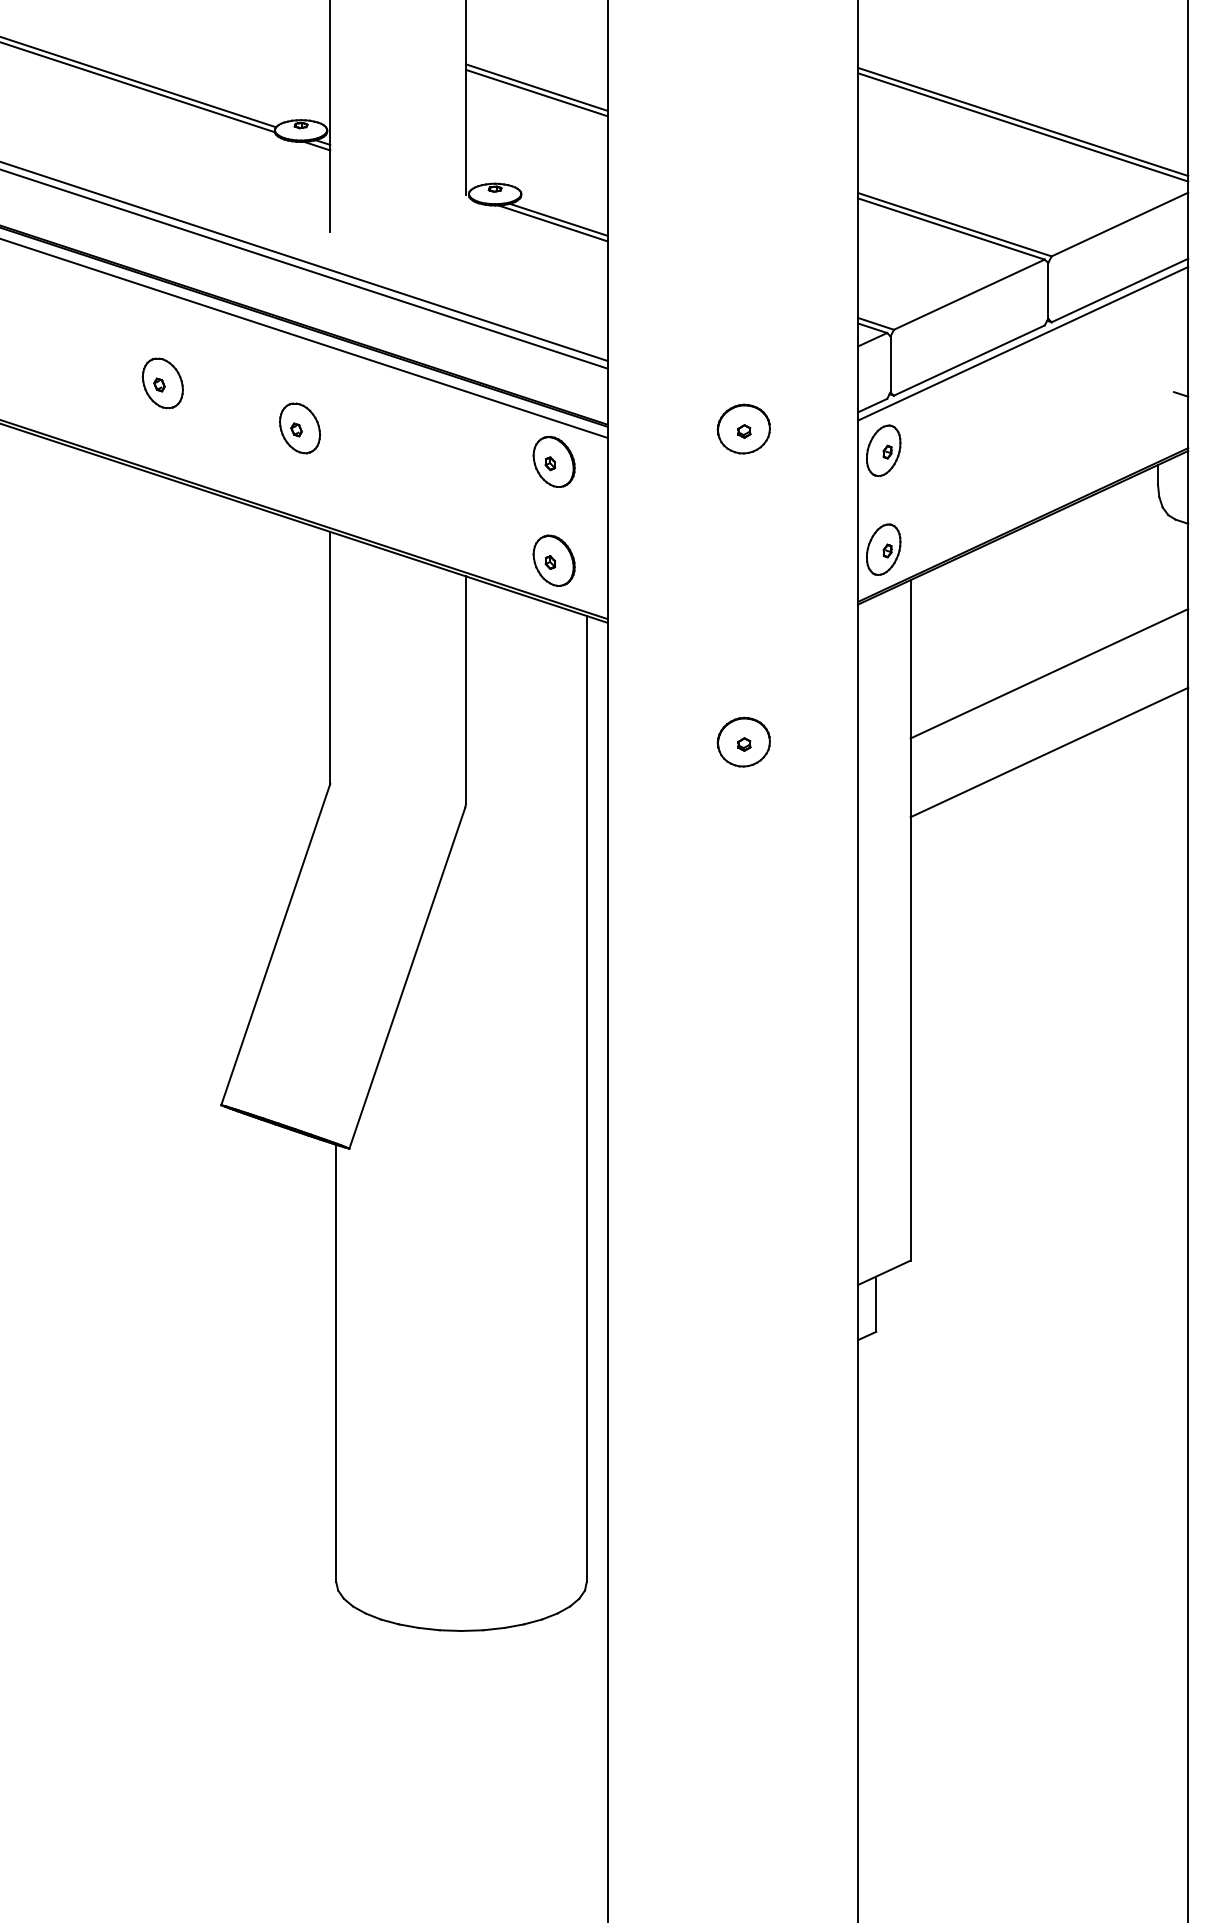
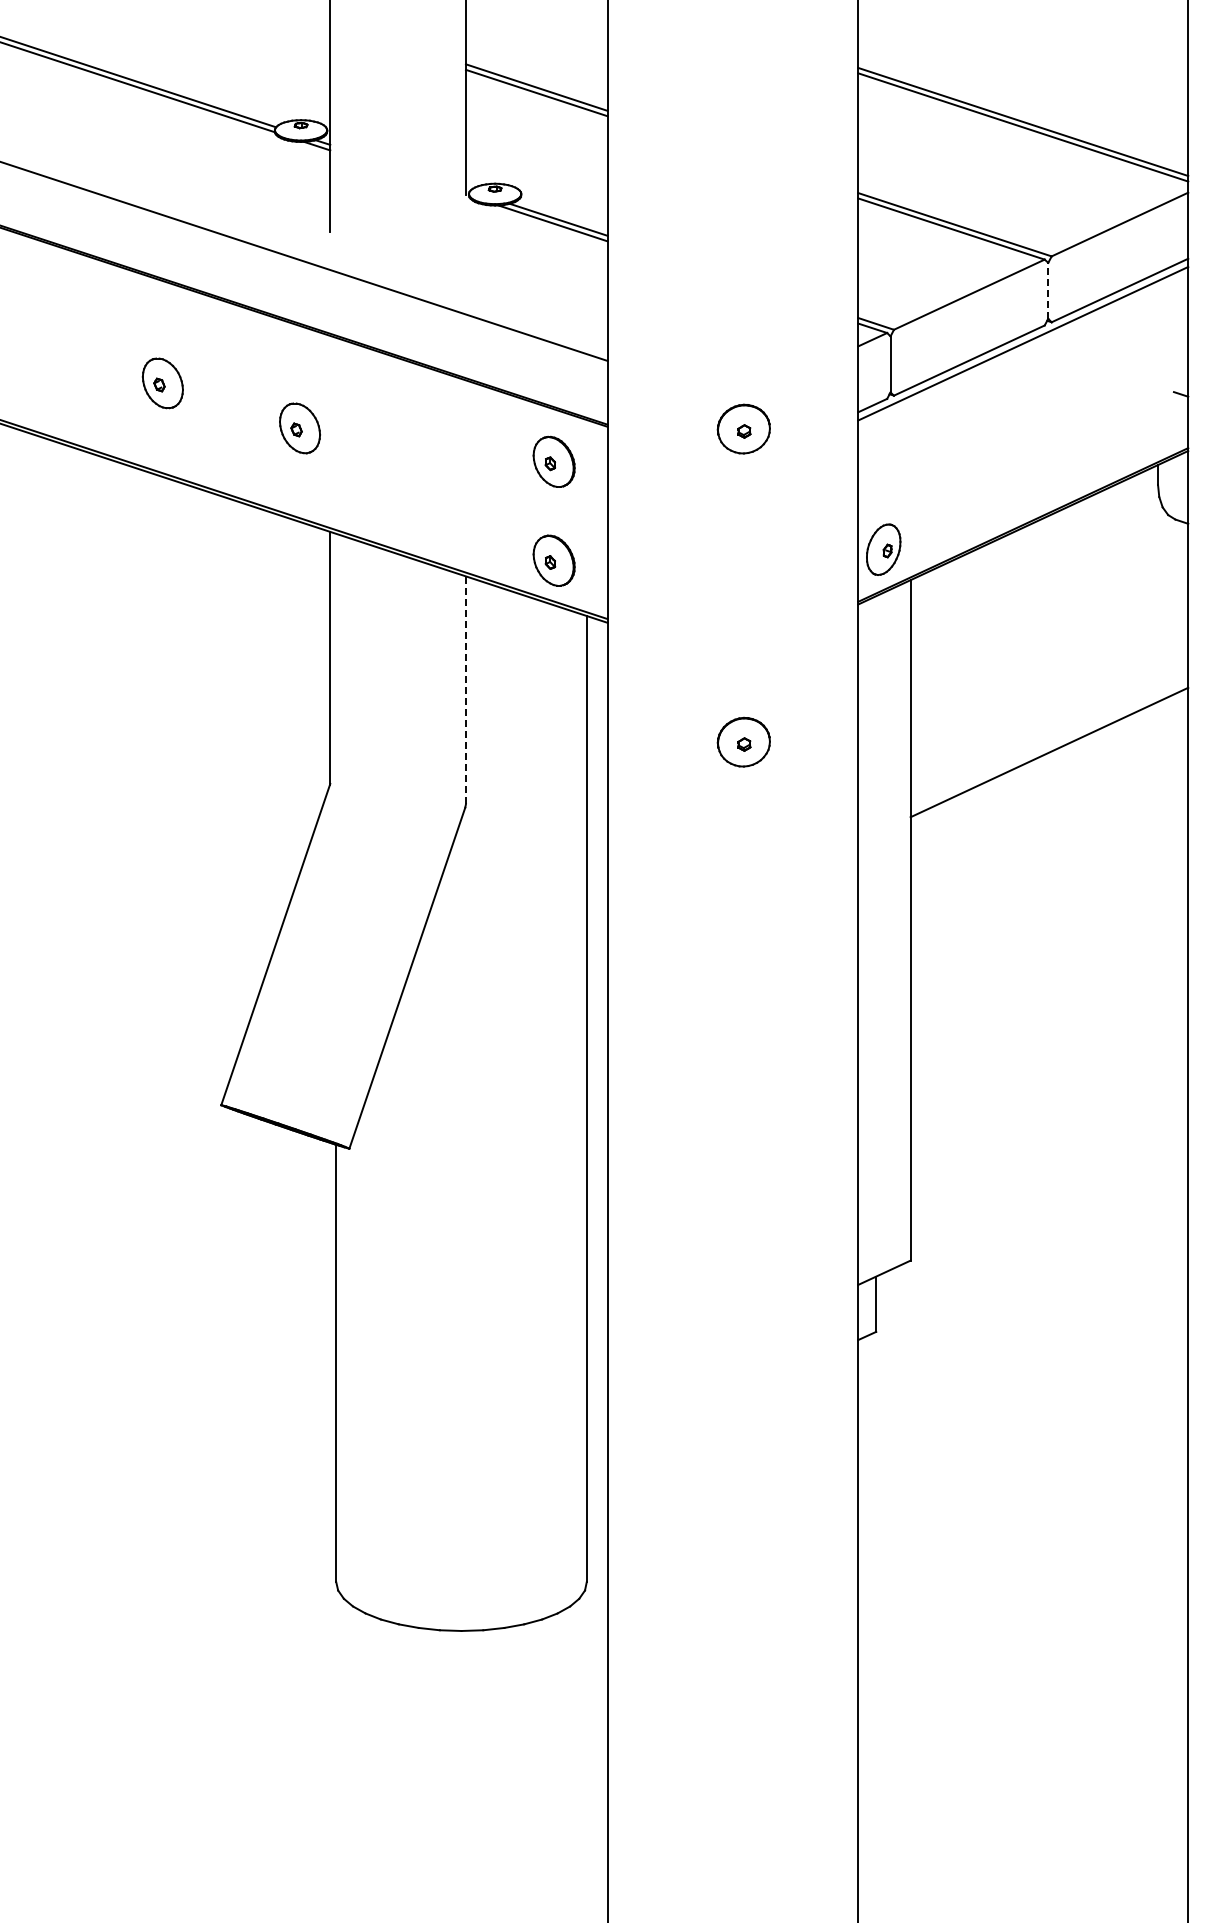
line at (304, 269): present -> none
line at (1048, 290): solid -> dashed
line at (304, 338): present -> none
part at (883, 450): present -> none
line at (1049, 673): present -> none
line at (465, 690): solid -> dashed
